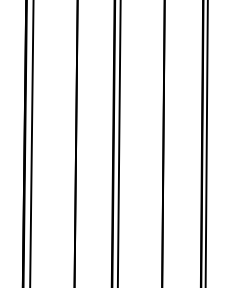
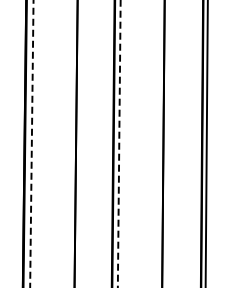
line at (31, 143): solid -> dashed
line at (119, 144): solid -> dashed
